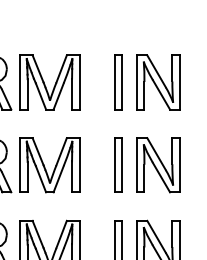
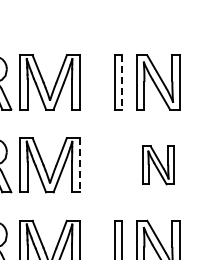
line at (122, 83): solid -> dashed
part at (118, 164): present -> none
line at (79, 165): solid -> dashed
part at (158, 165) size: 45x57 px -> 33x41 px
